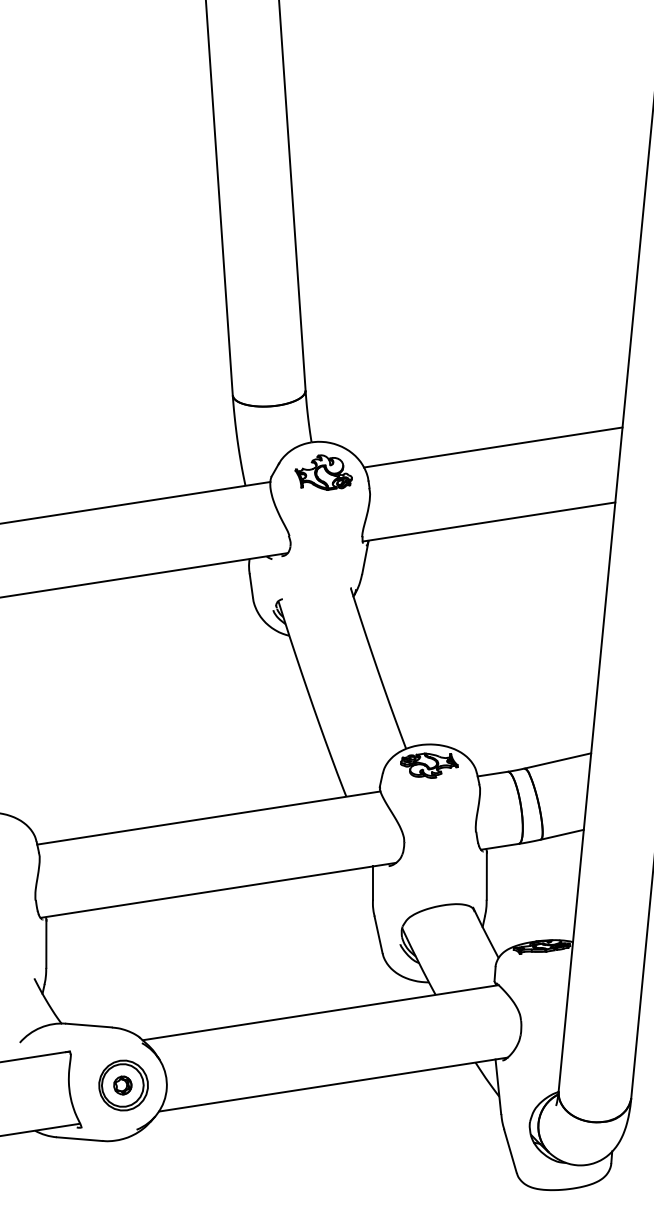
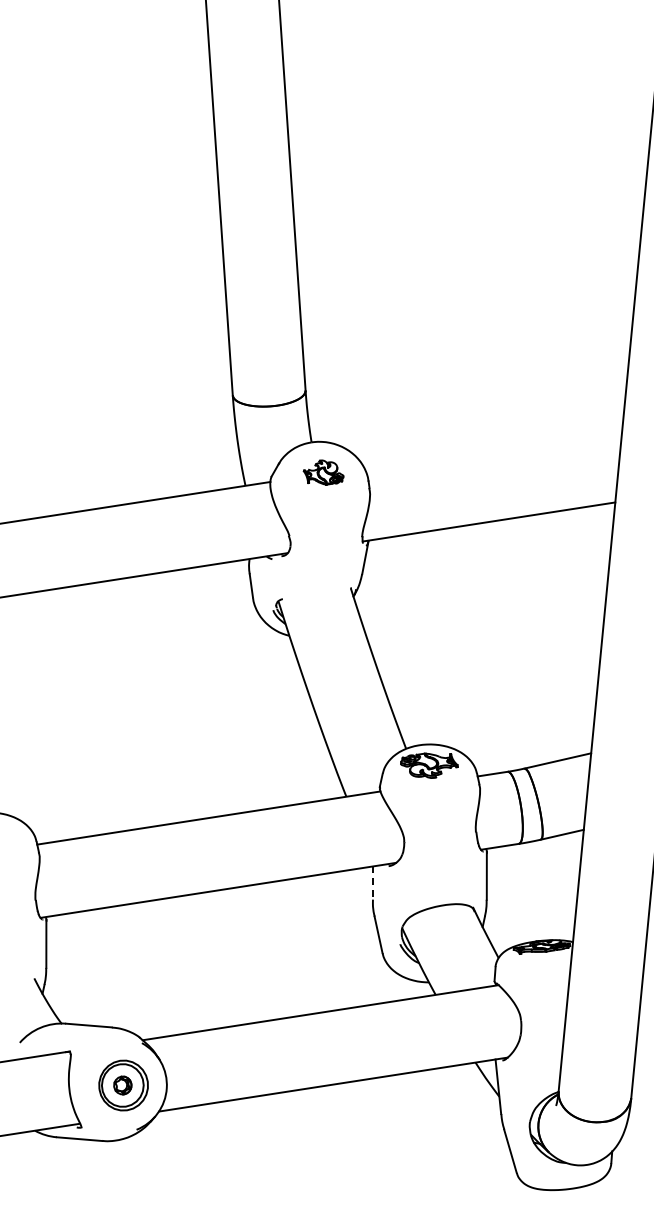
line at (492, 447): present -> none
part at (323, 472) size: 59x37 px -> 43x27 px
line at (372, 883): solid -> dashed
